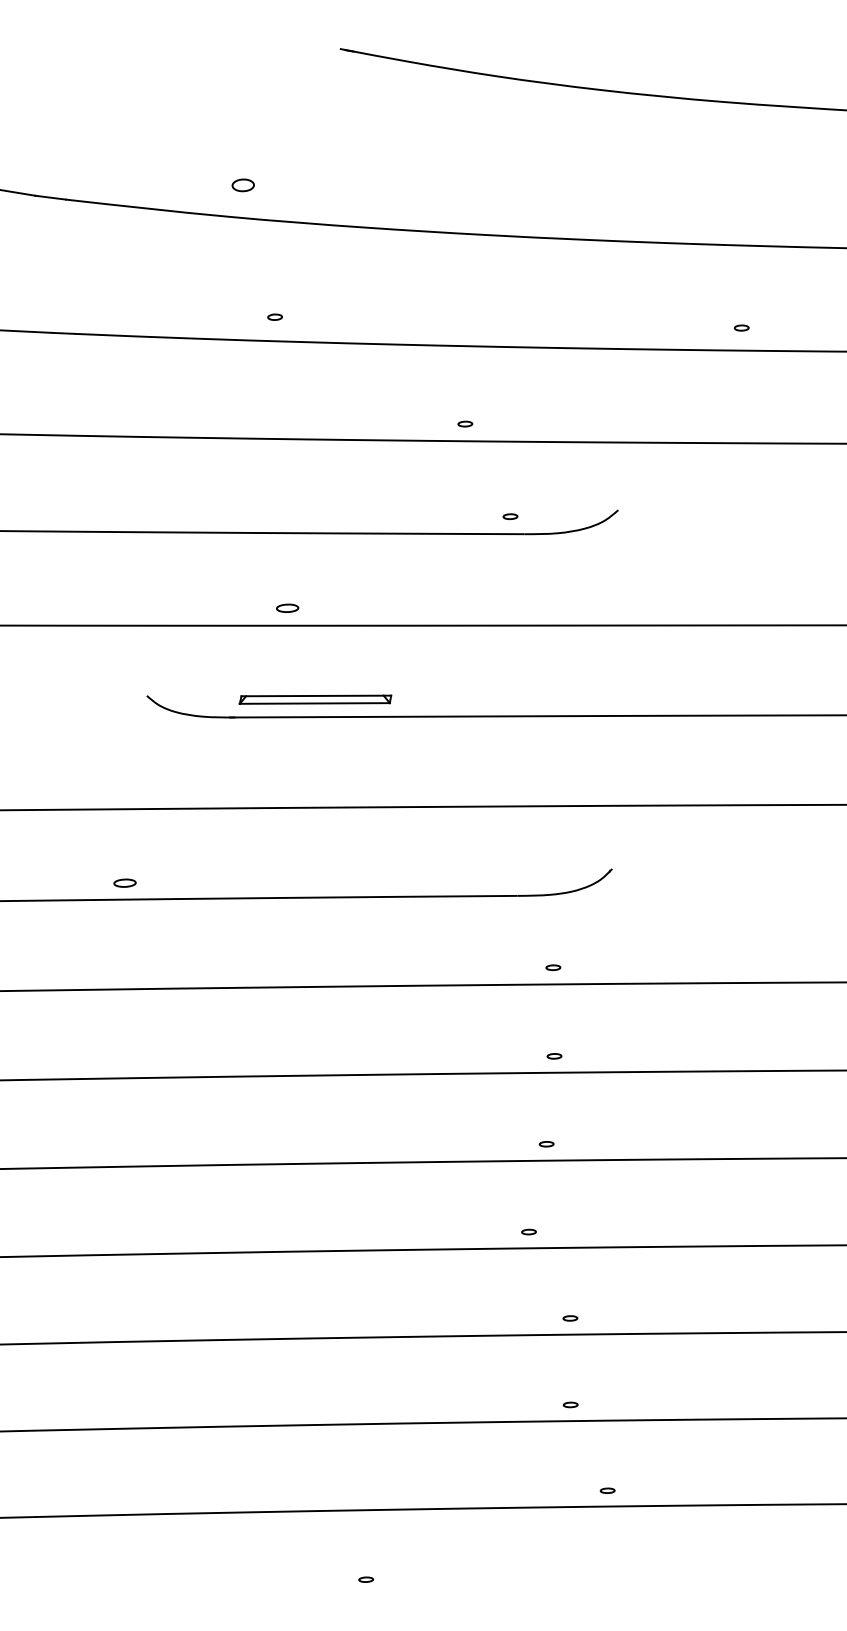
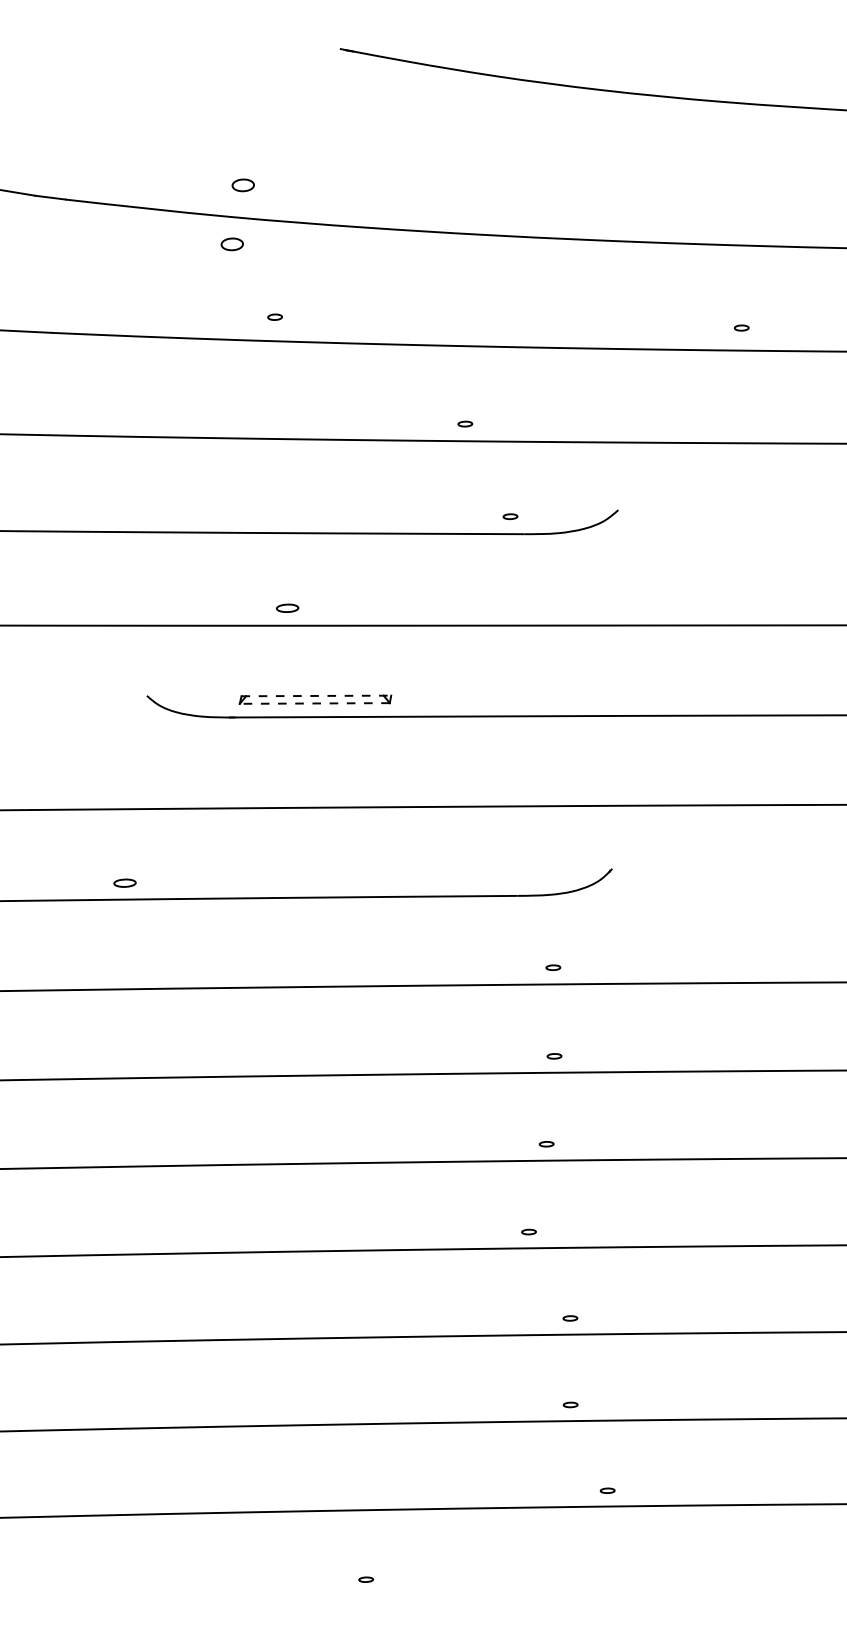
part at (231, 244): none -> present
line at (316, 695): solid -> dashed
line at (314, 703): solid -> dashed
